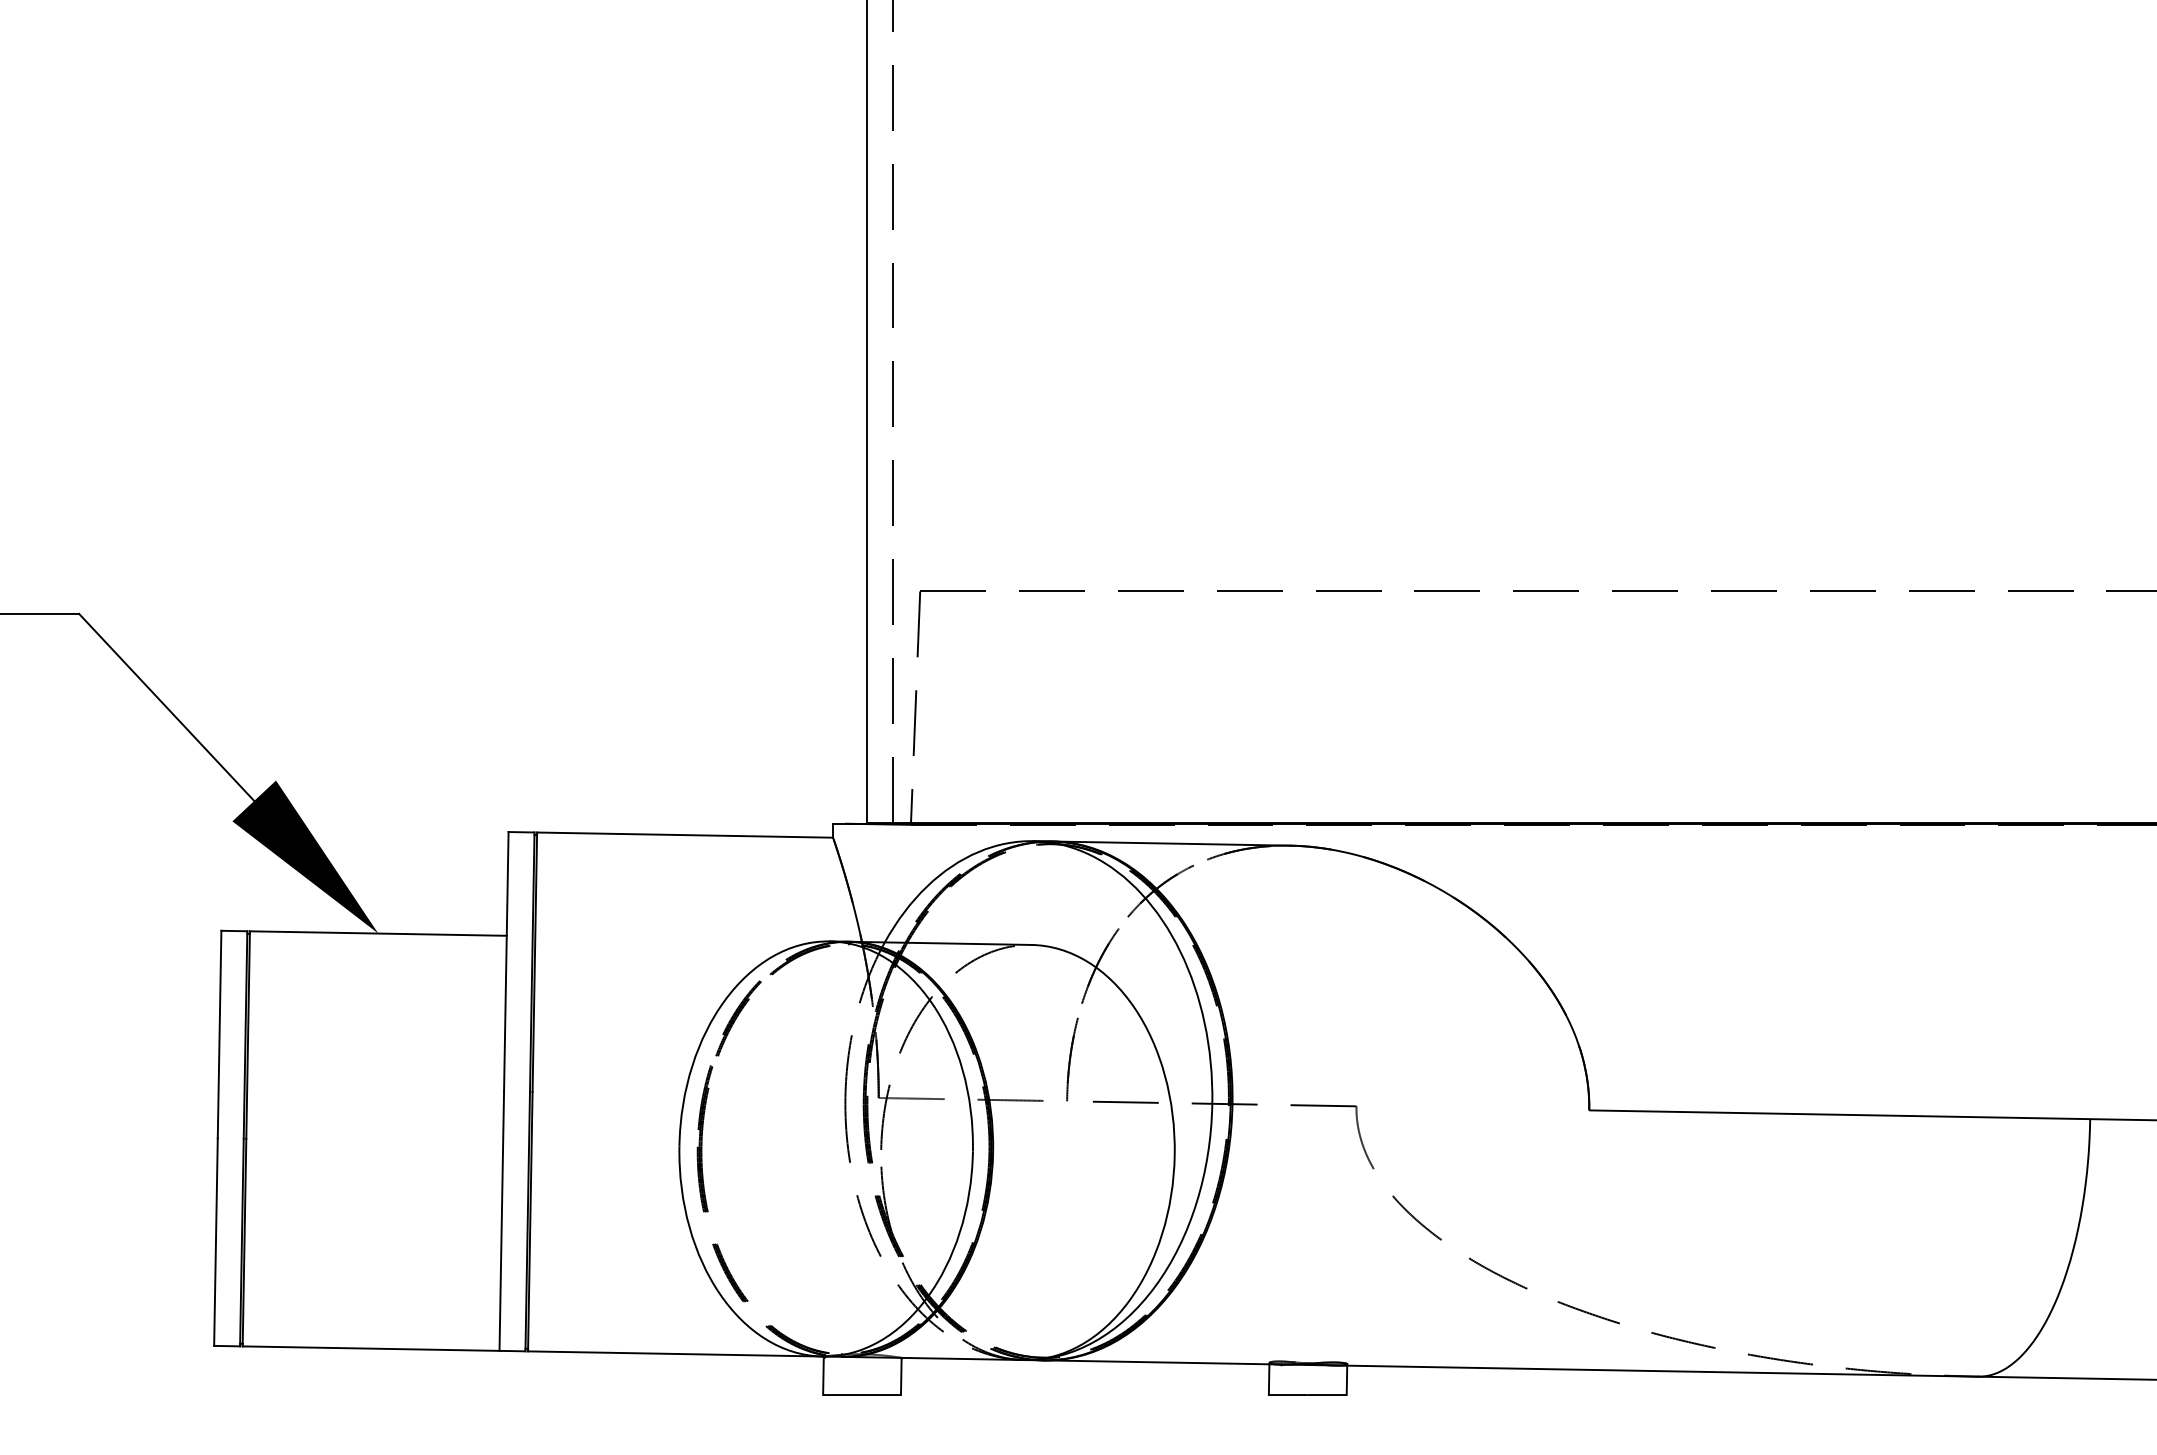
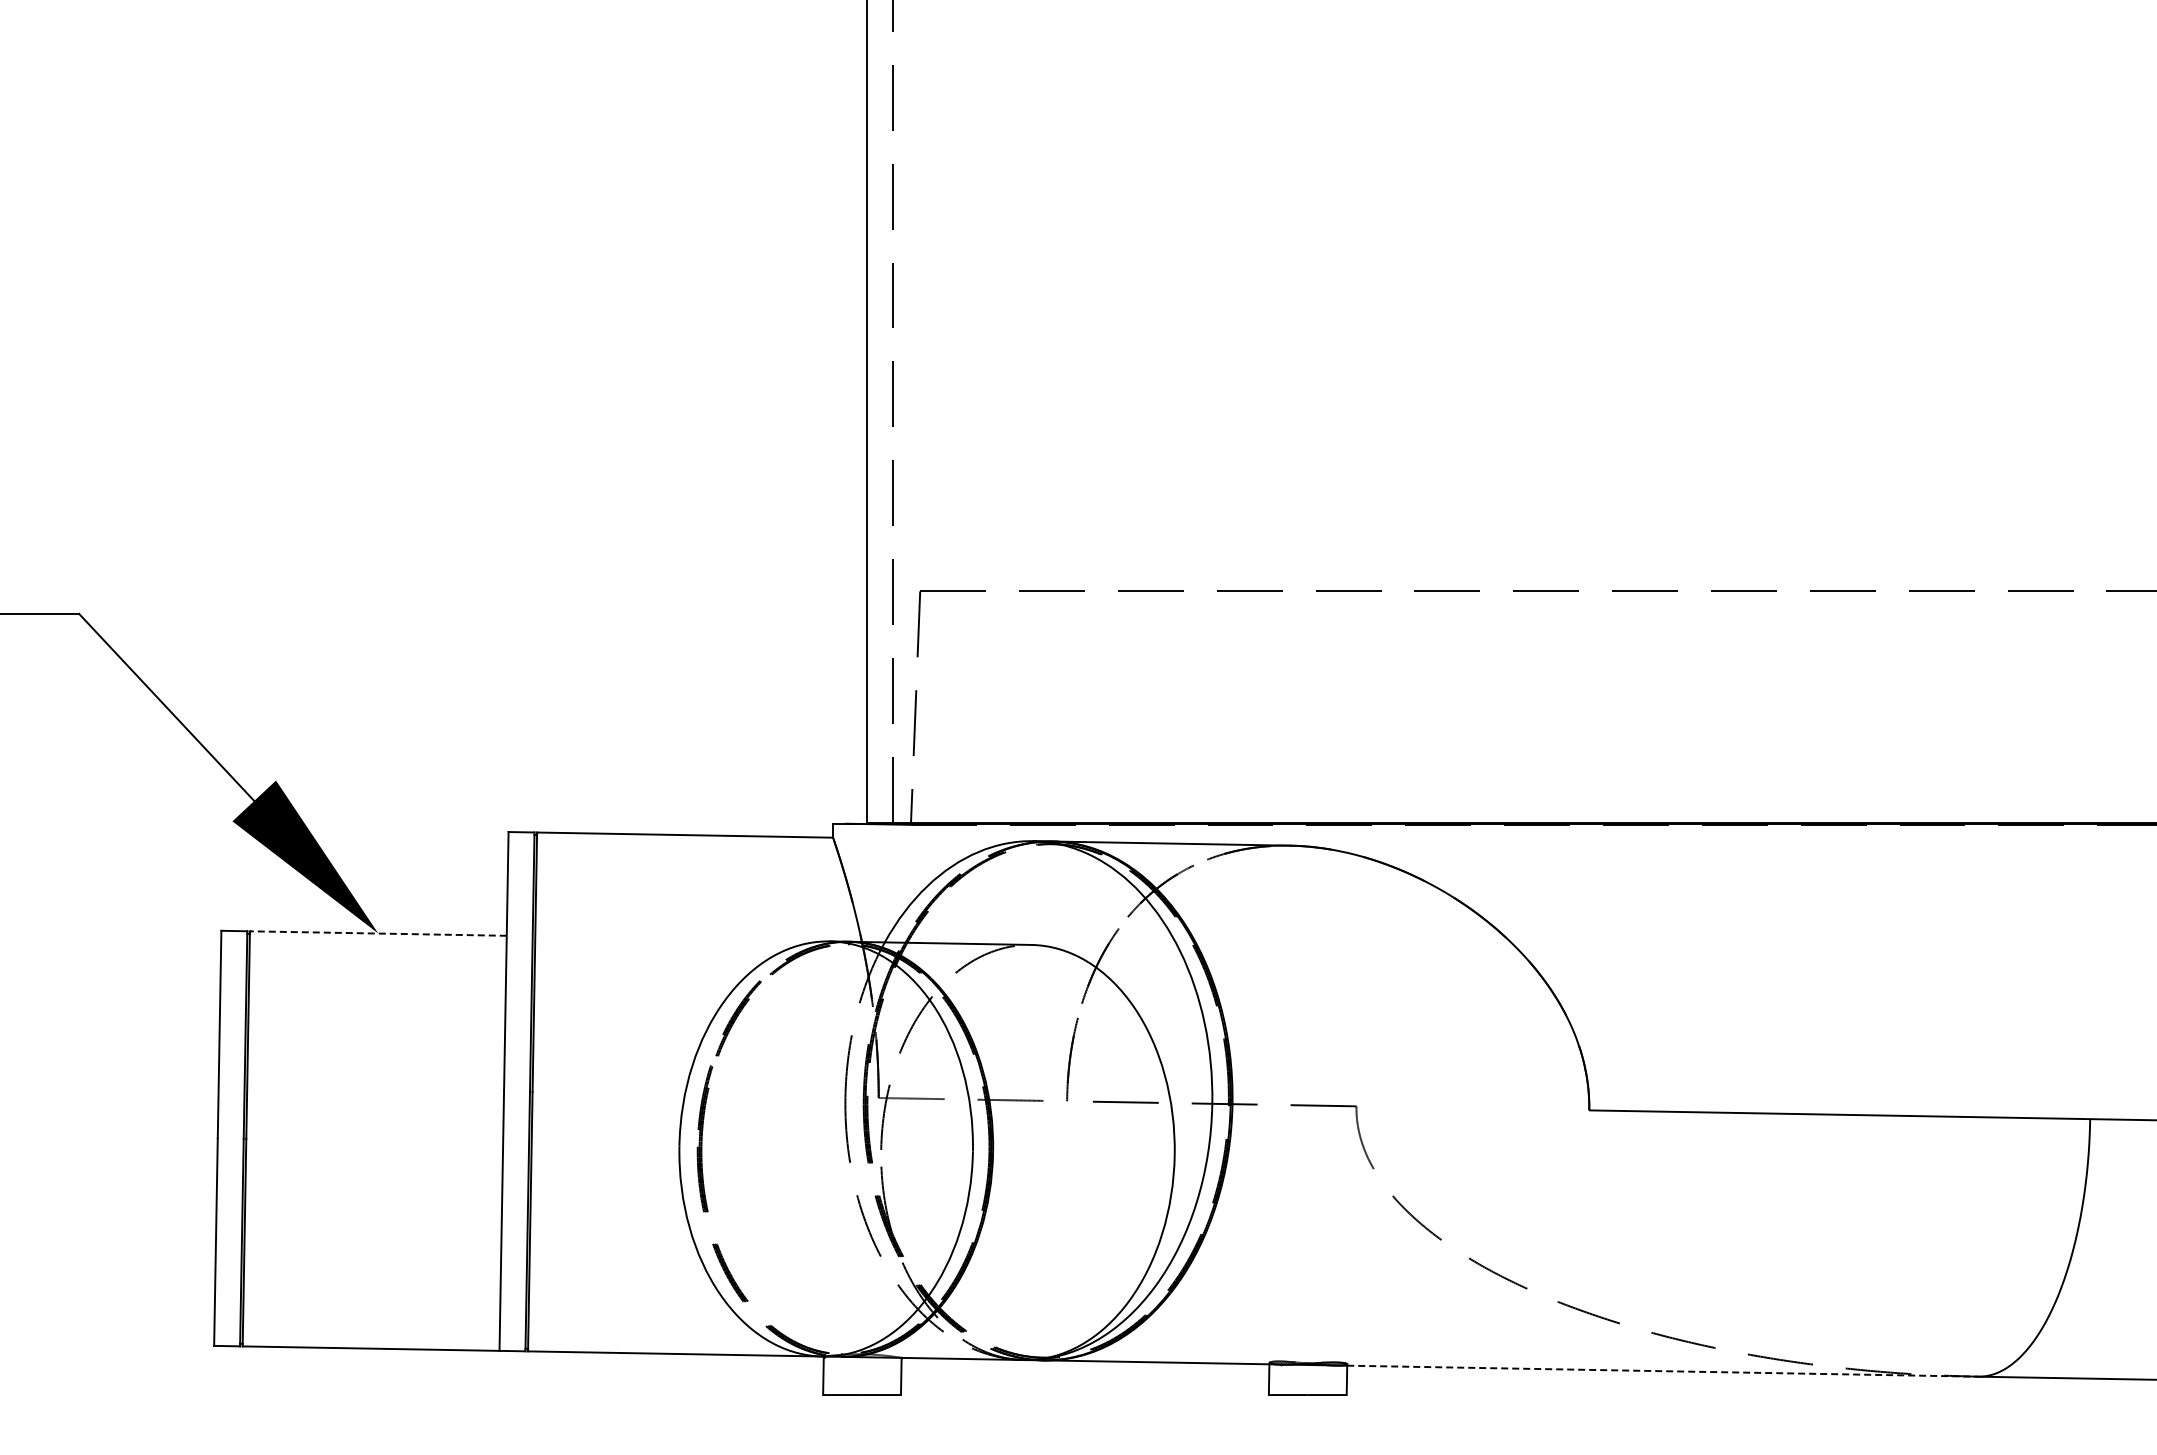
line at (377, 933): solid -> dashed
line at (1662, 1371): solid -> dashed
